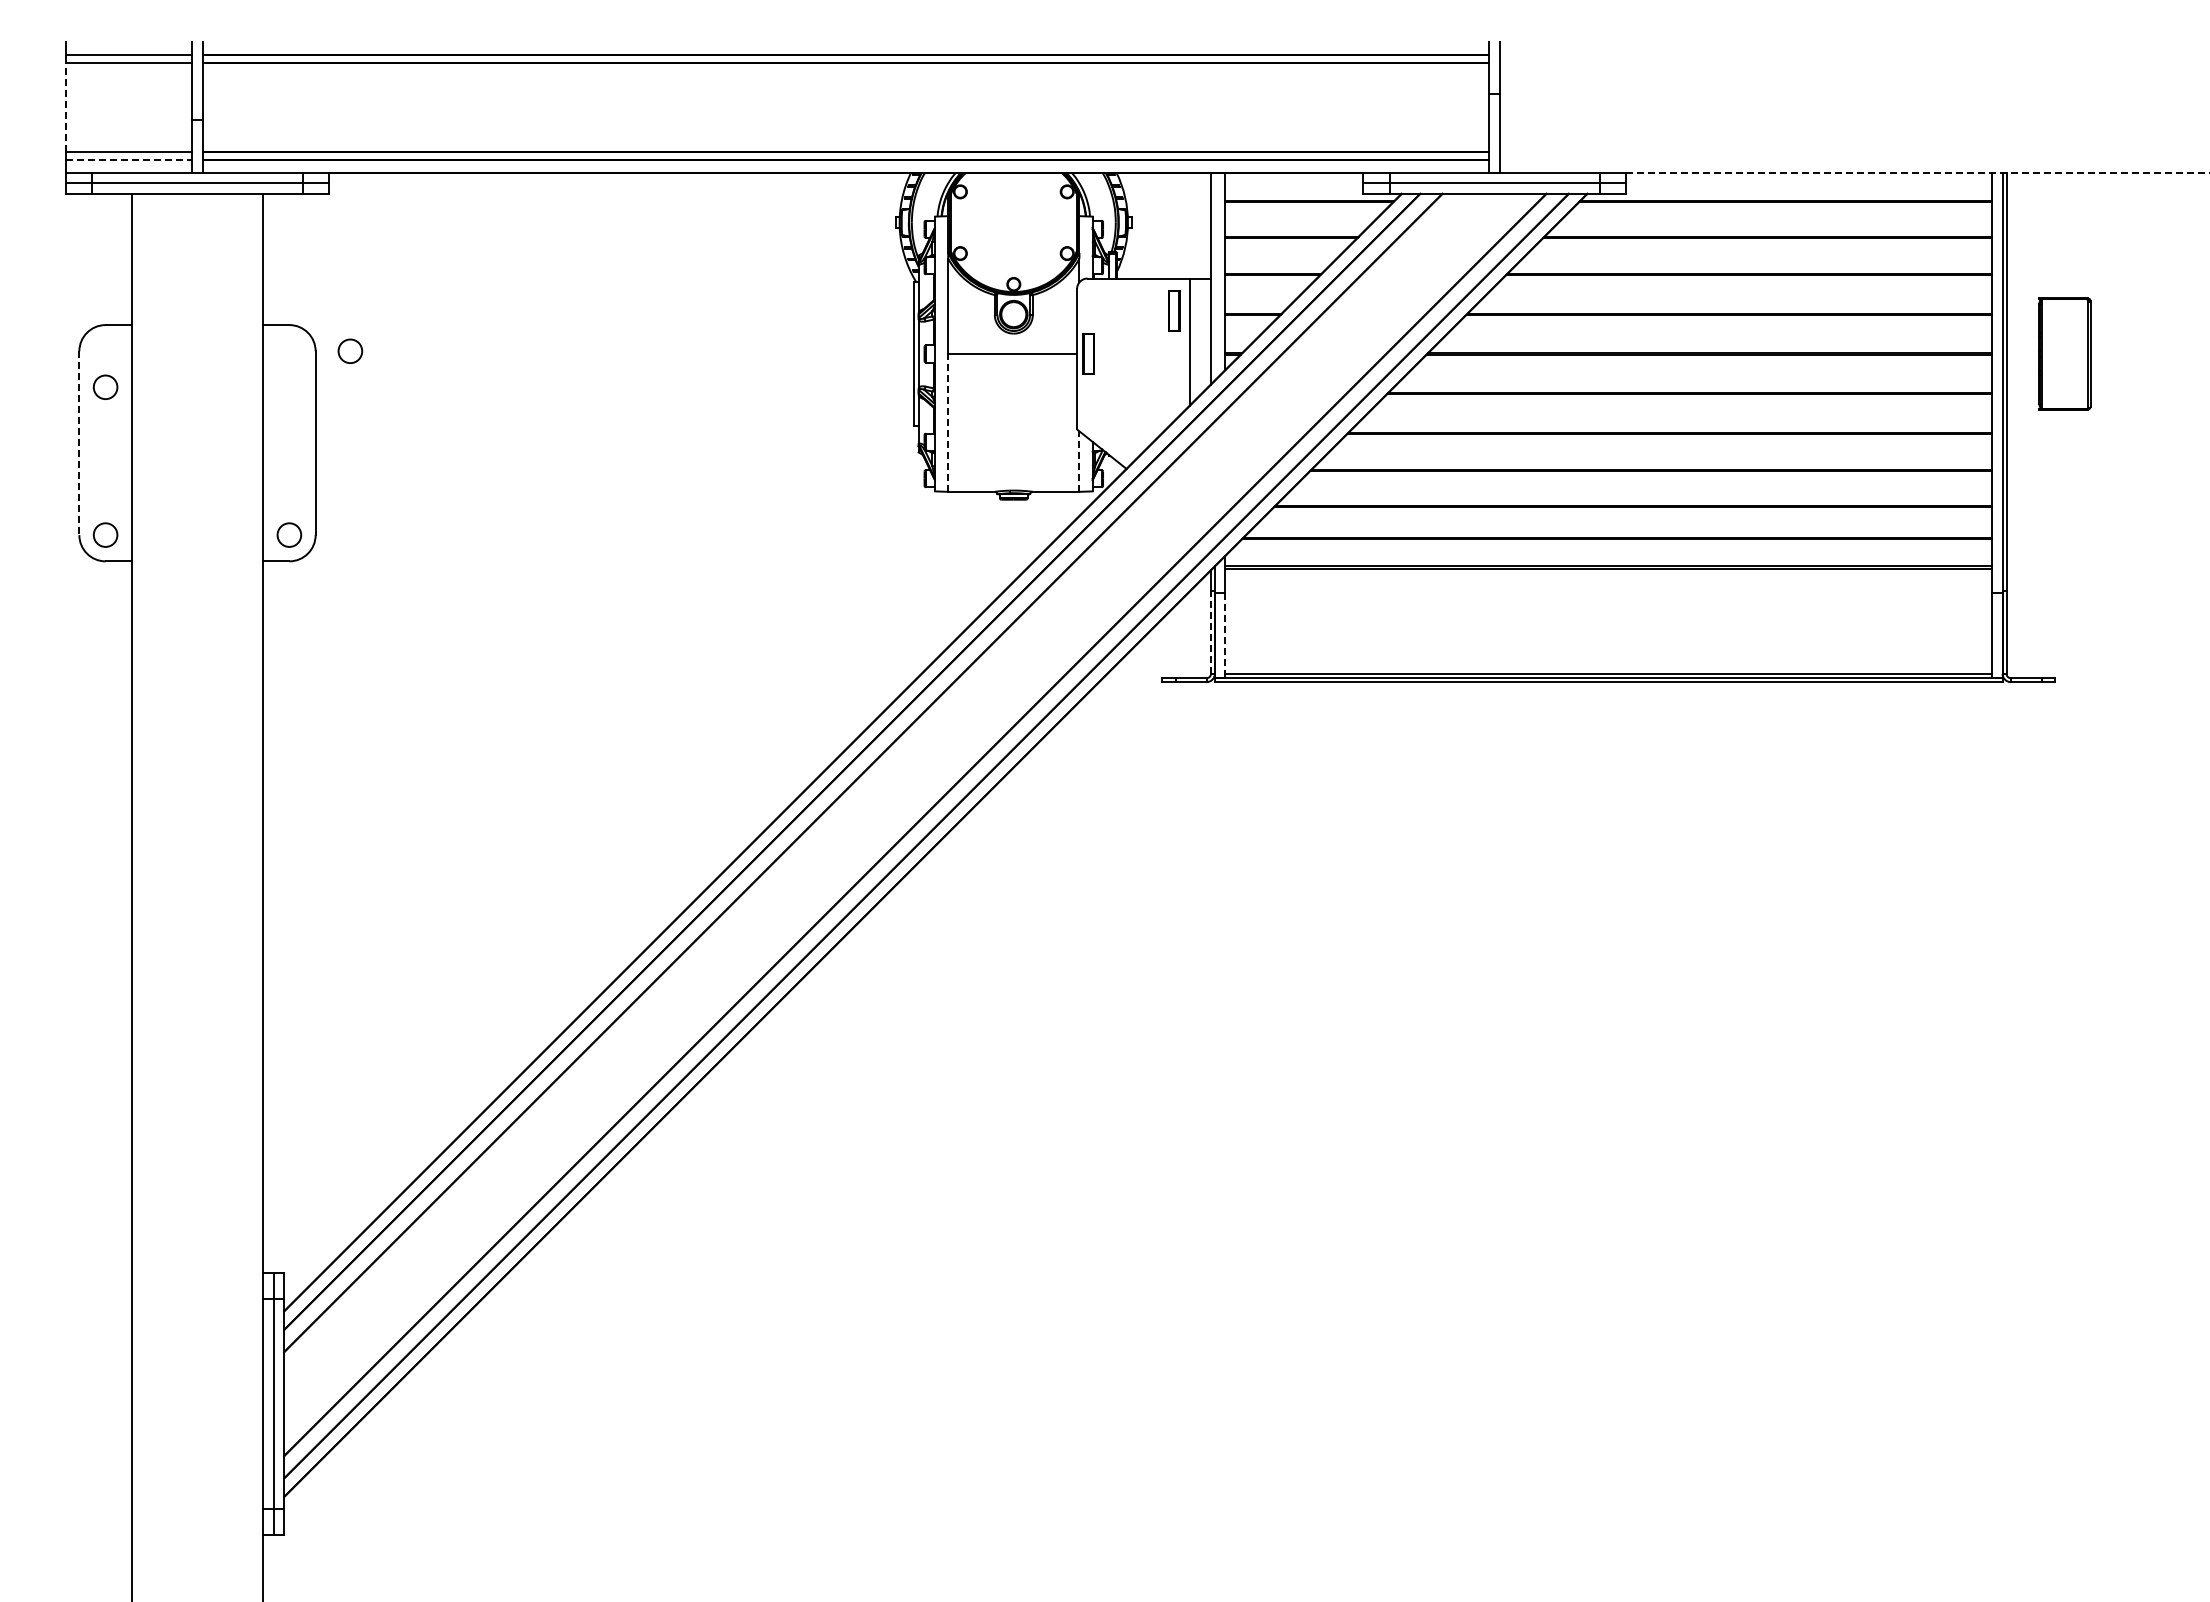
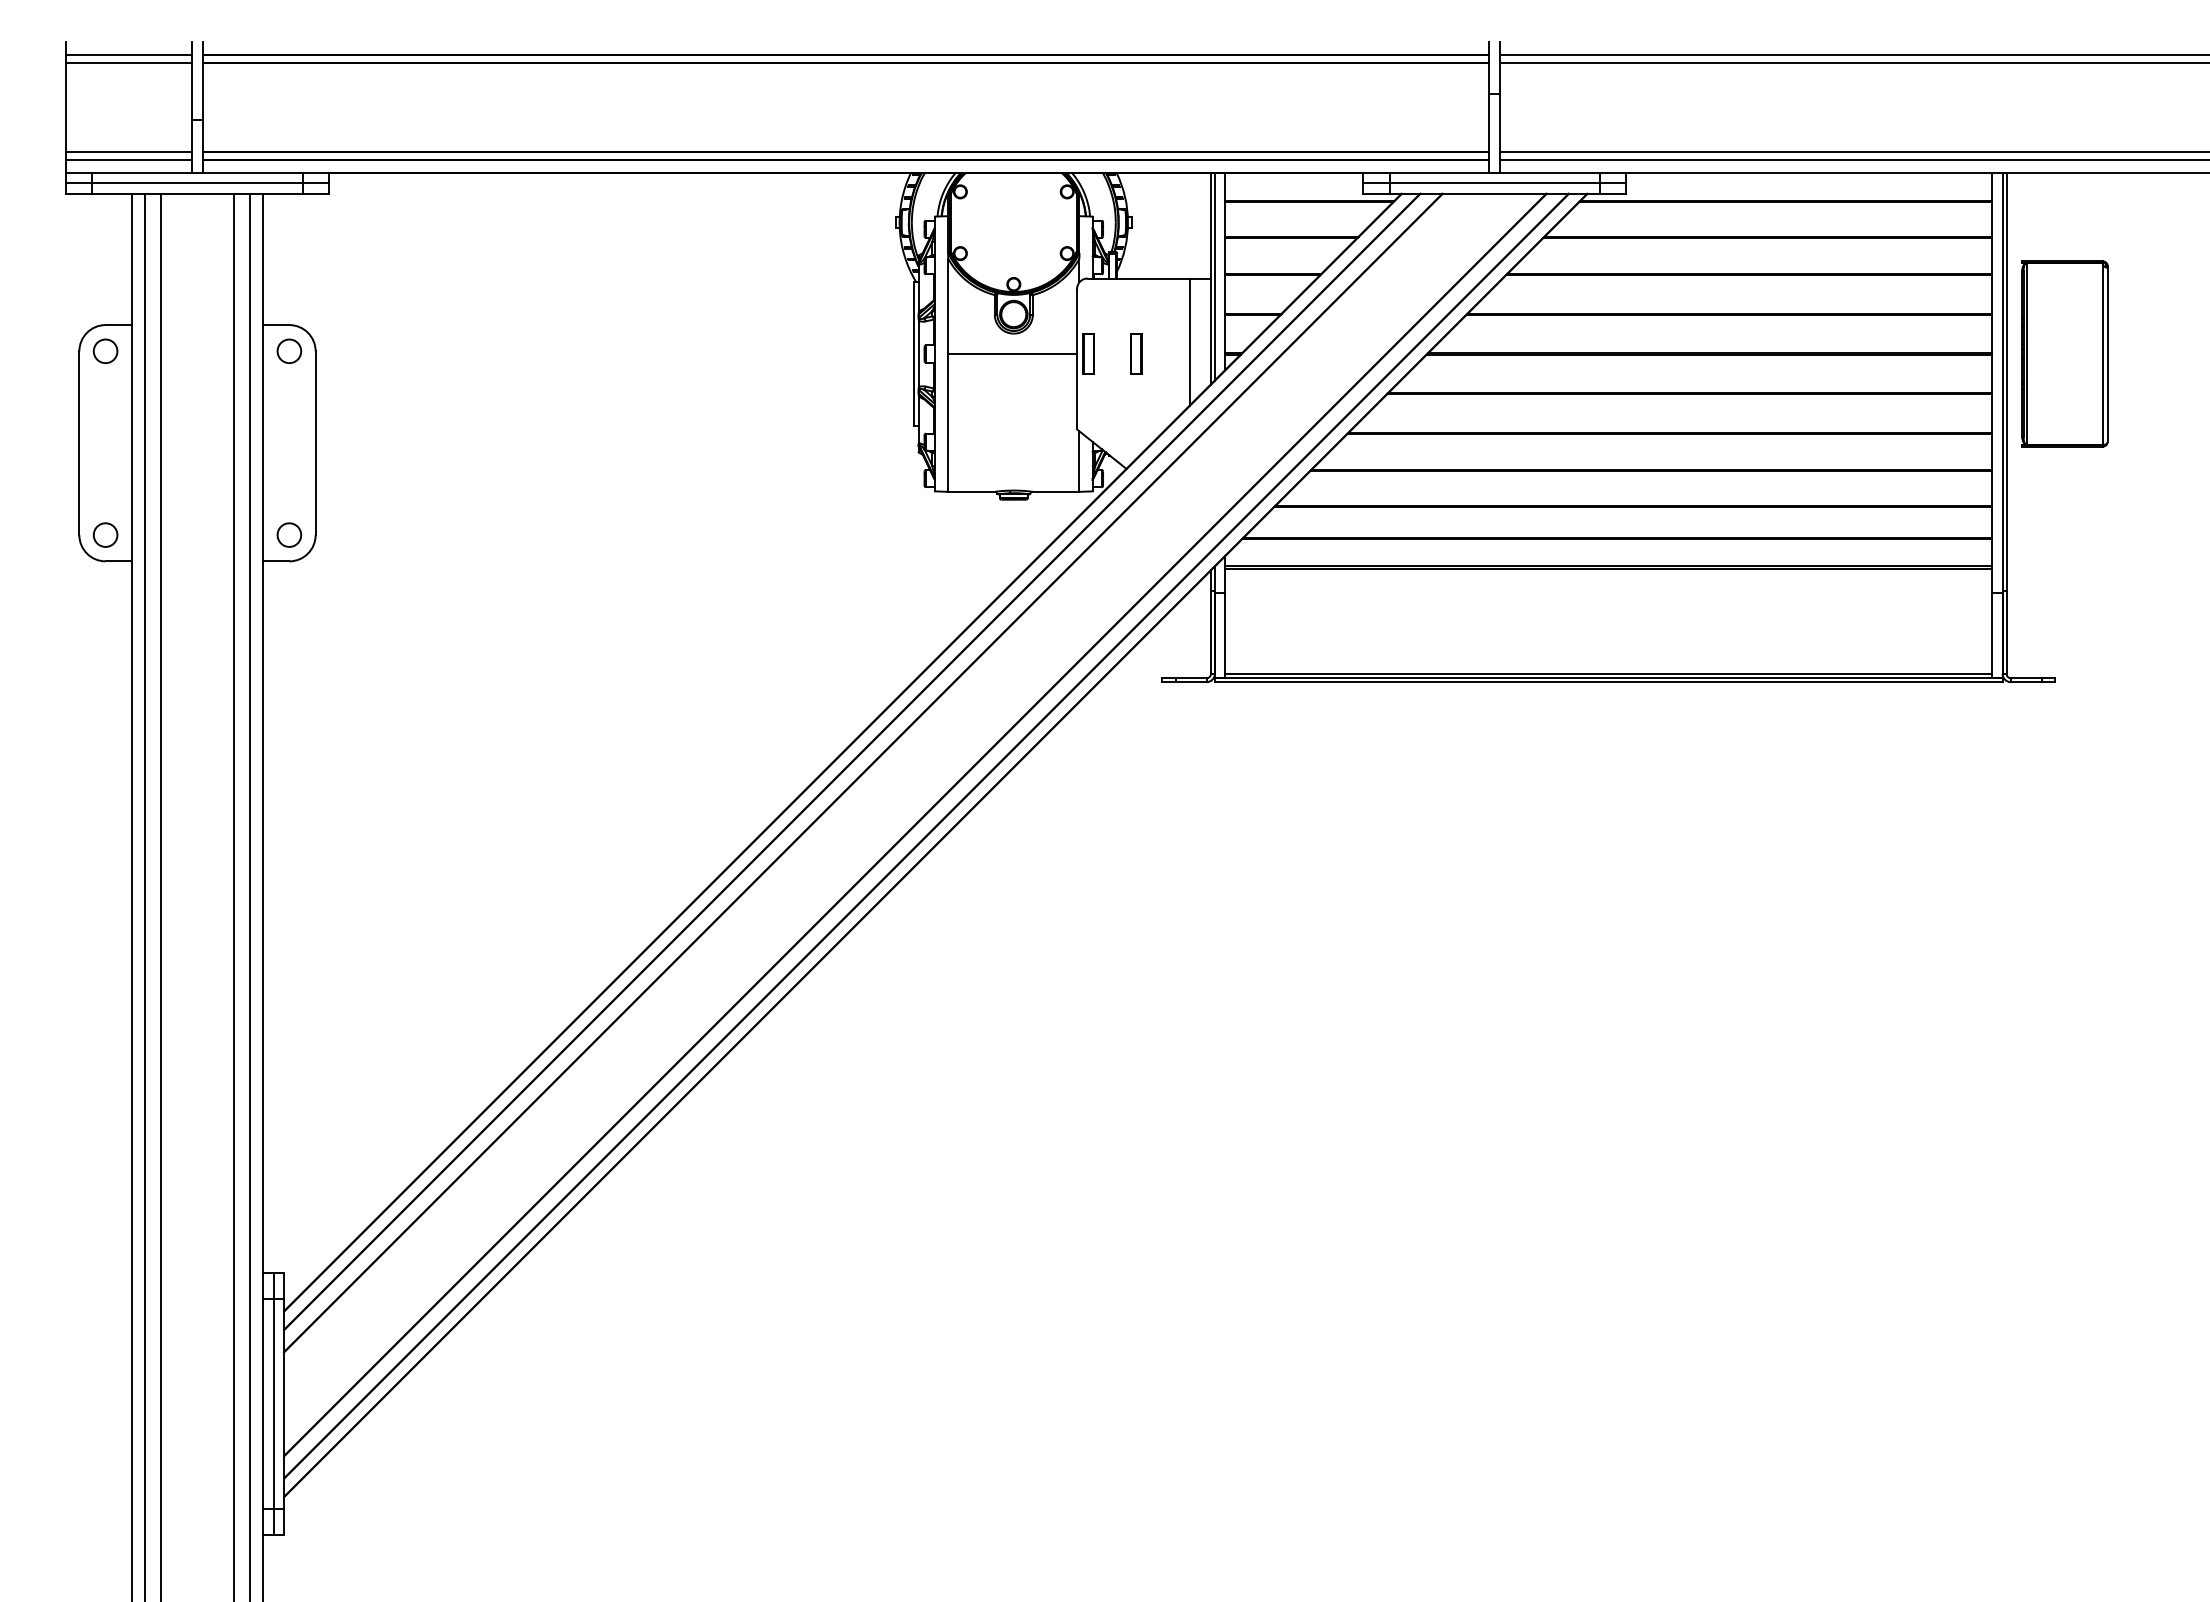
line at (1852, 54): none -> present
line at (1852, 62): none -> present
line at (66, 107): dashed -> solid
line at (1852, 151): none -> present
line at (129, 159): dashed -> solid
line at (1852, 159): none -> present
line at (1917, 172): dashed -> solid
line at (1214, 276): none -> present
part at (1174, 310) position: (1174, 310) -> (1136, 353)
circle at (350, 350) position: (350, 350) -> (289, 350)
part at (2064, 353) size: 54x114 px -> 88x188 px
circle at (105, 386) position: (105, 386) -> (105, 350)
line at (948, 422): dashed -> solid
line at (79, 443): dashed -> solid
line at (1079, 461): dashed -> solid
line at (1210, 631): dashed -> solid
line at (1225, 635): dashed -> solid
line at (145, 895): none -> present
line at (160, 895): none -> present
line at (234, 895): none -> present
line at (250, 895): none -> present
